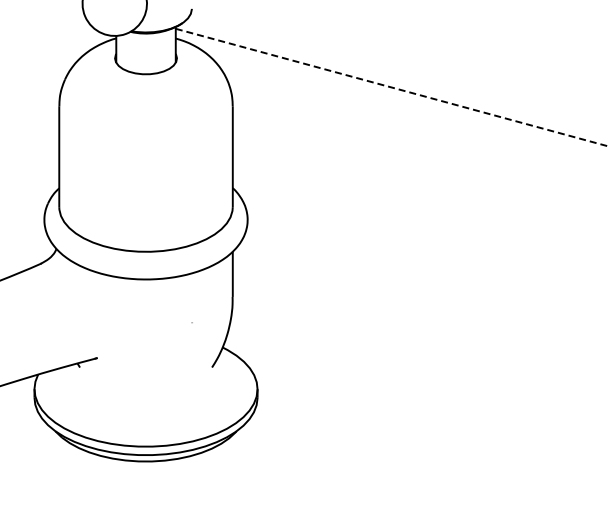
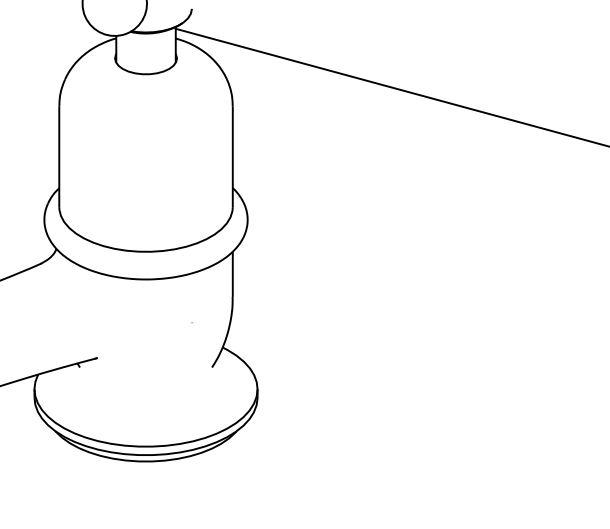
line at (392, 87): dashed -> solid
